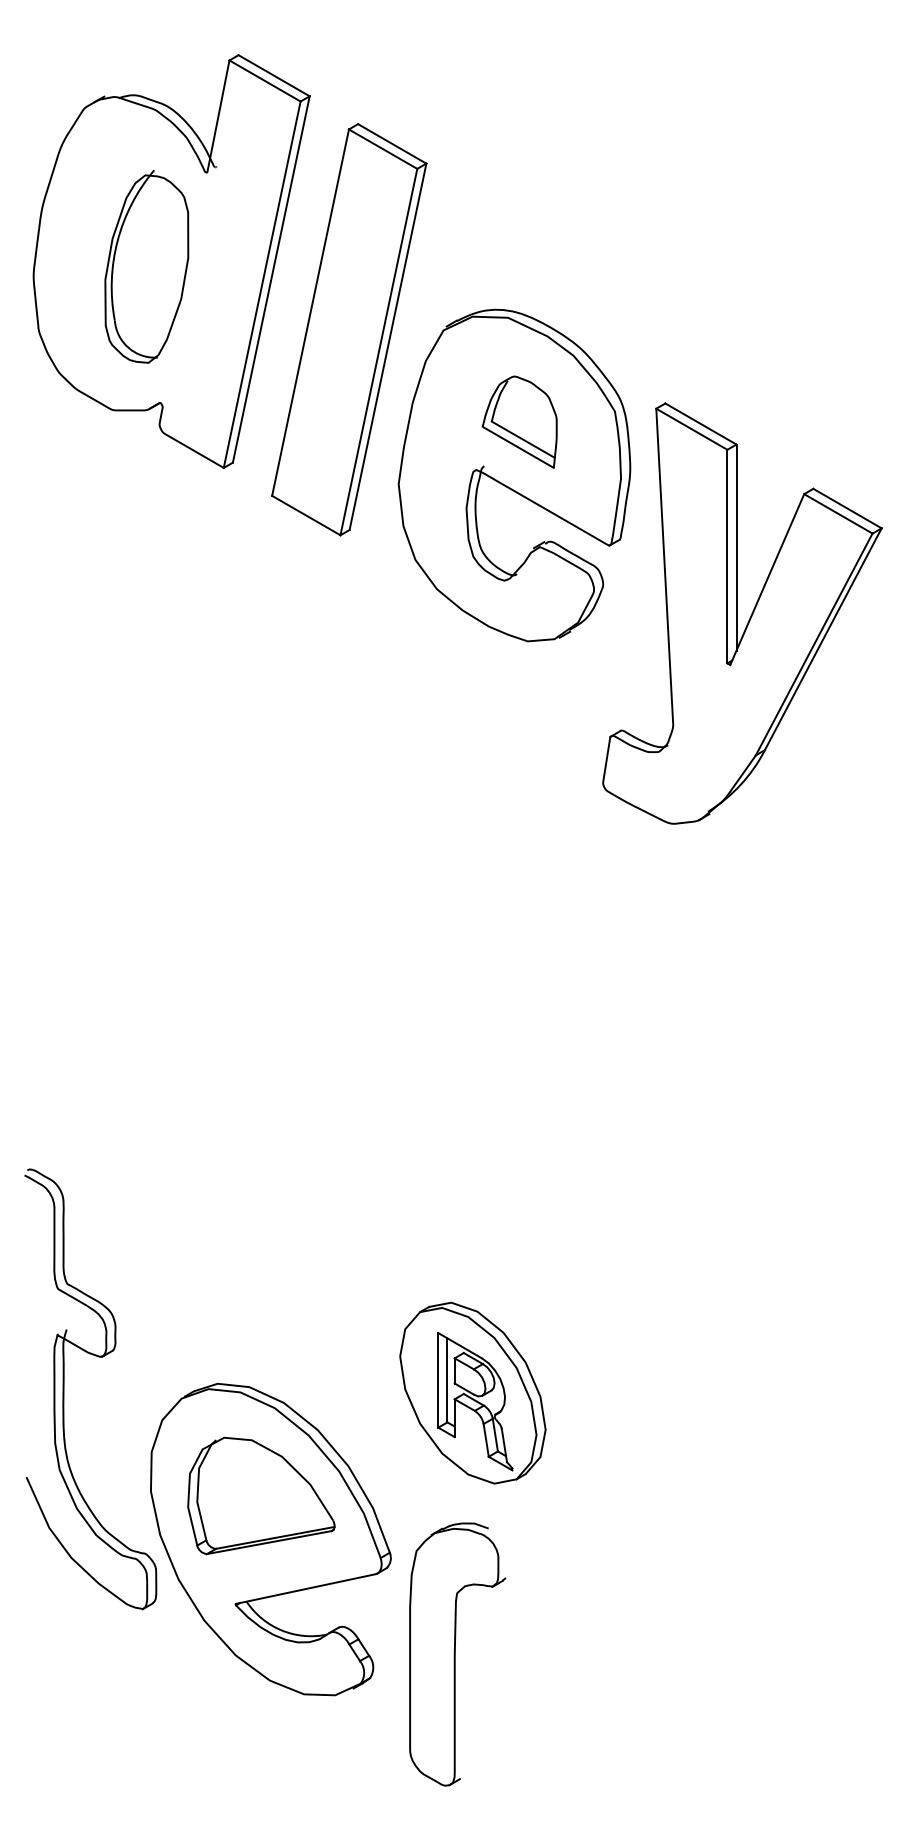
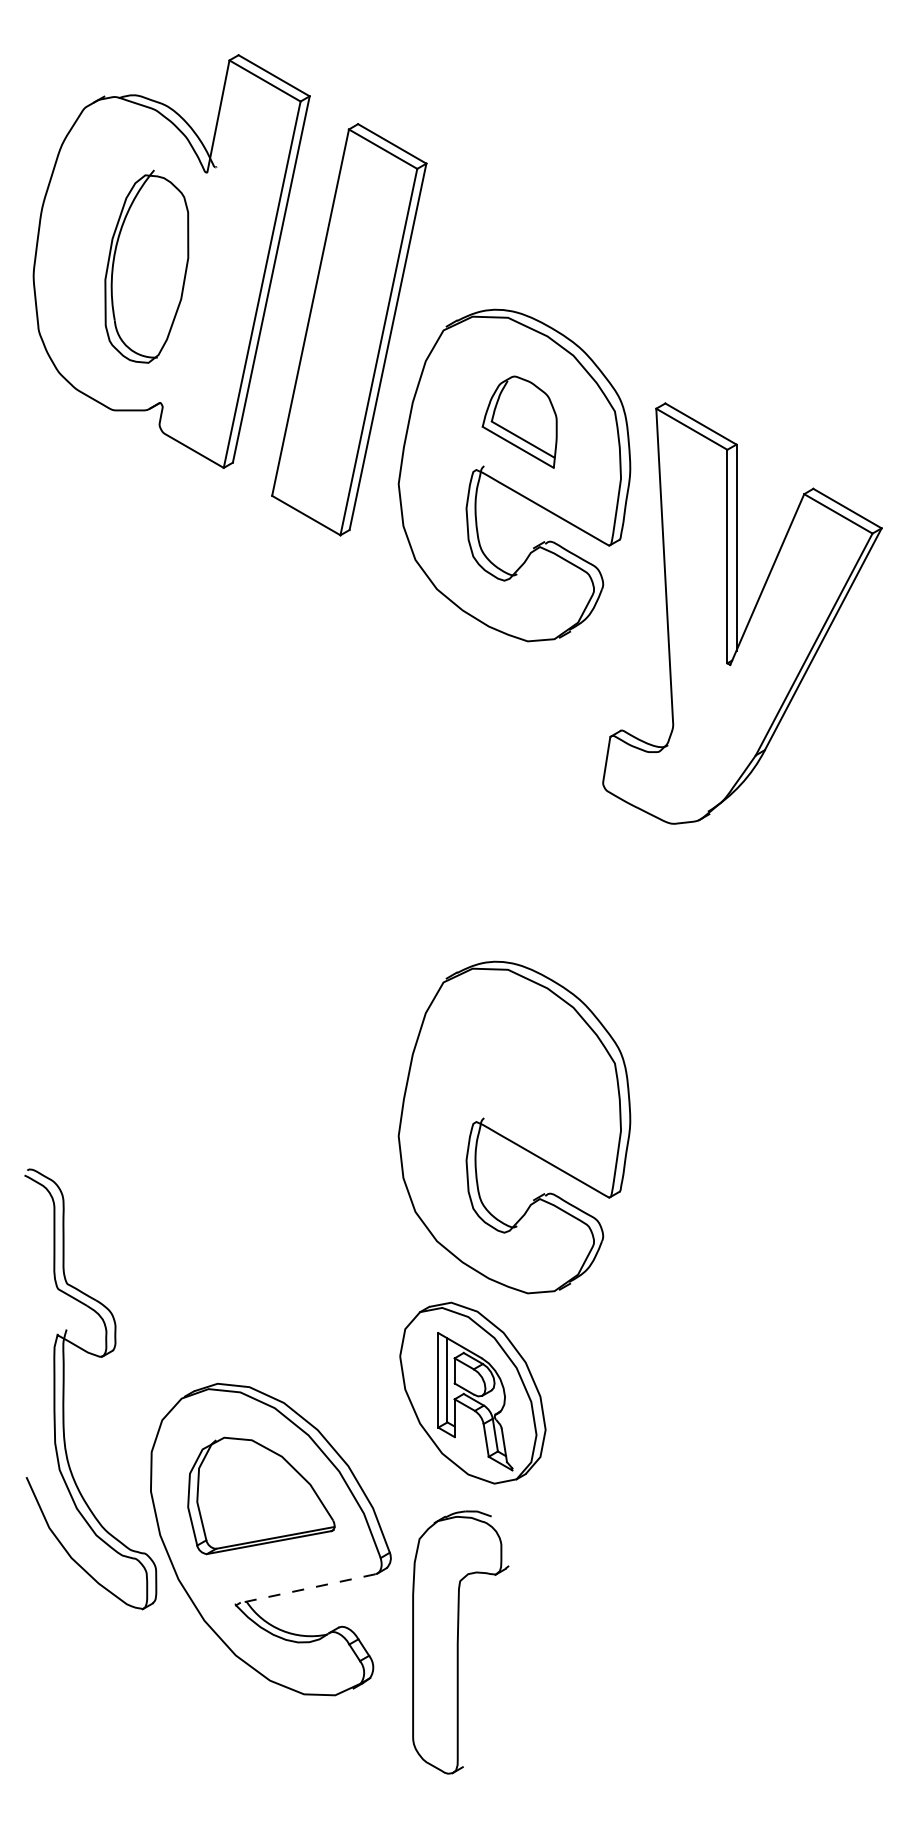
part at (514, 1127): none -> present
line at (305, 1589): solid -> dashed
part at (457, 1654) position: (457, 1654) -> (460, 1642)
